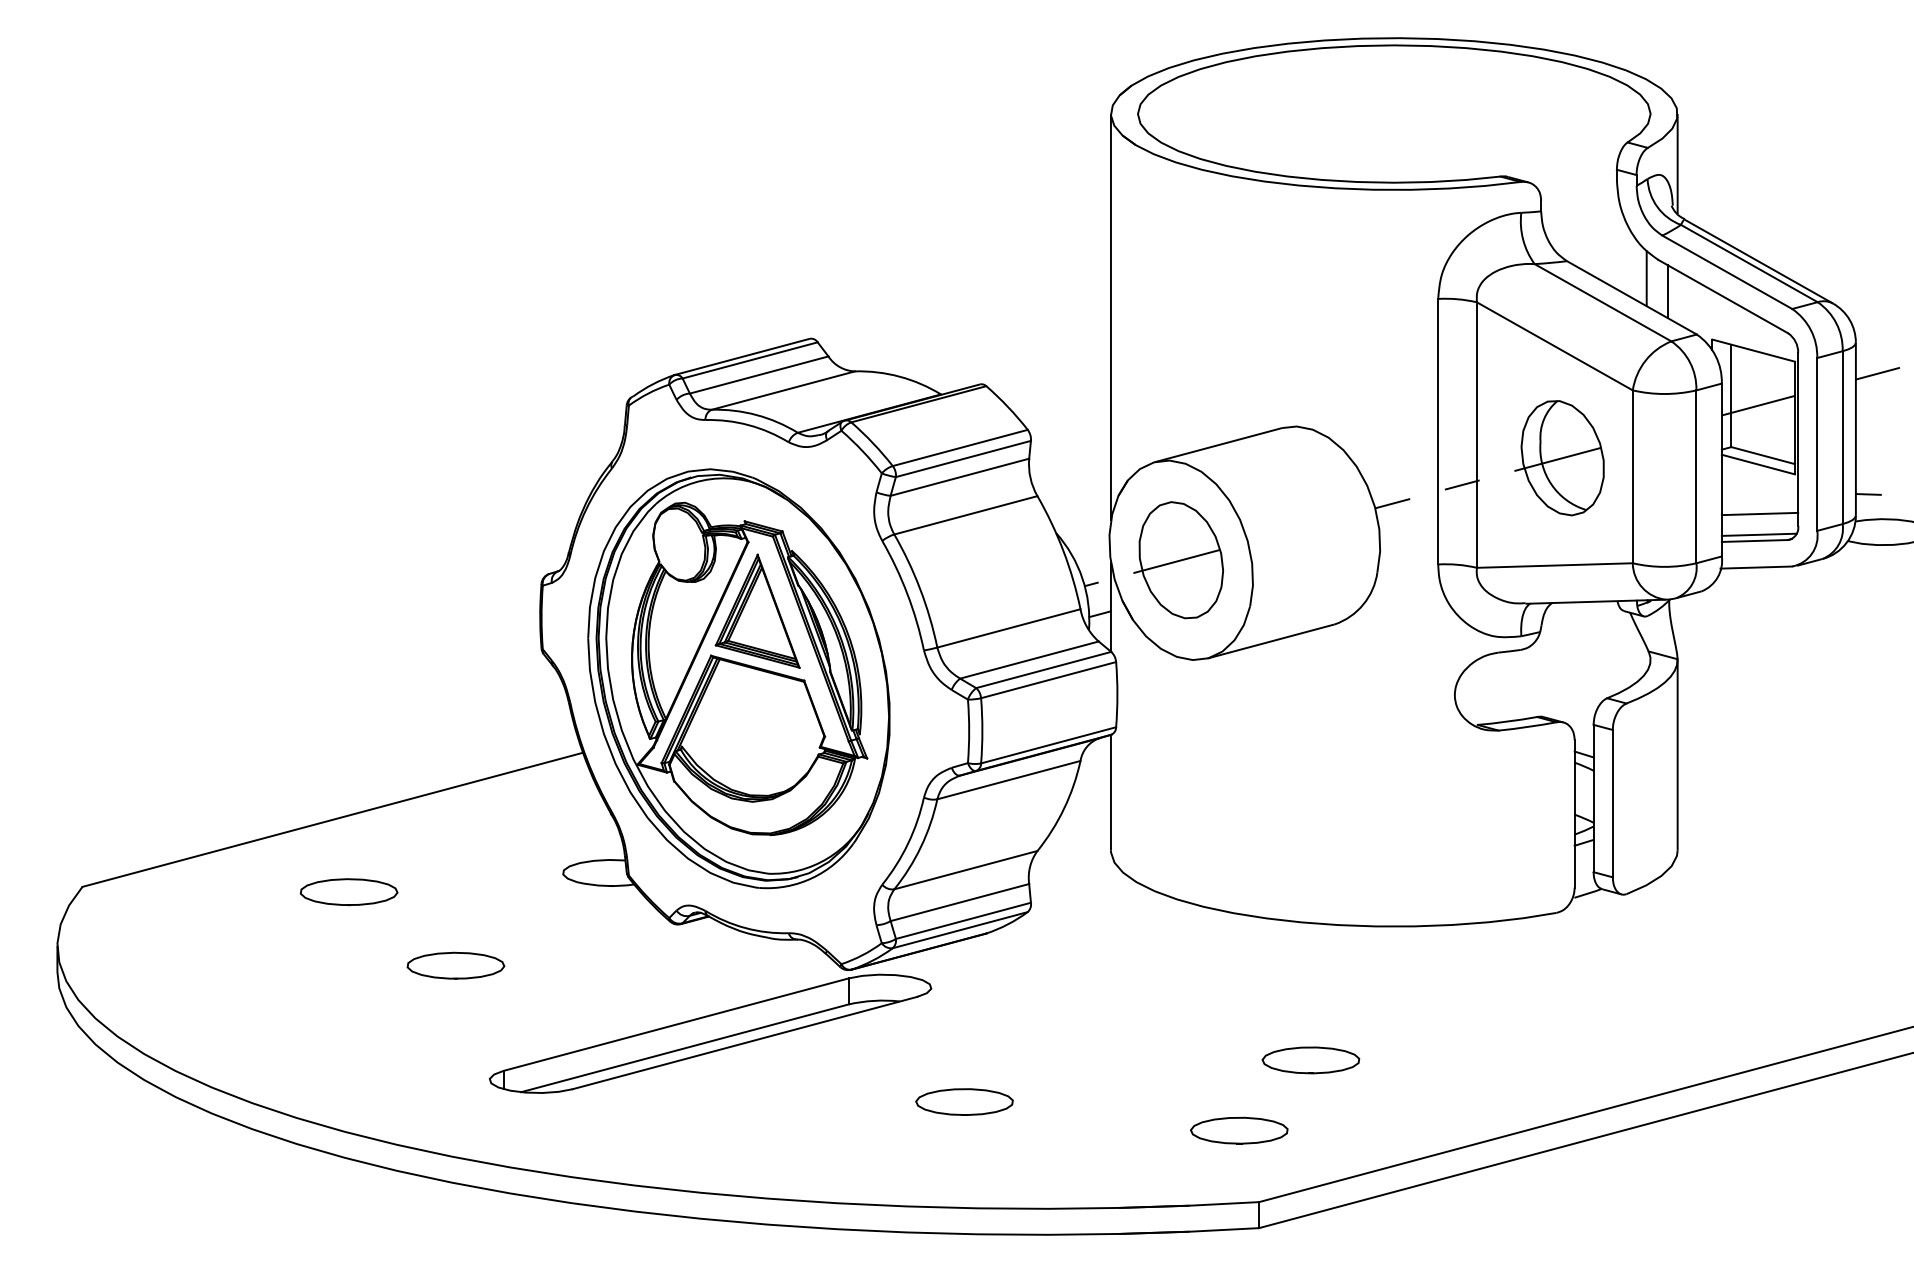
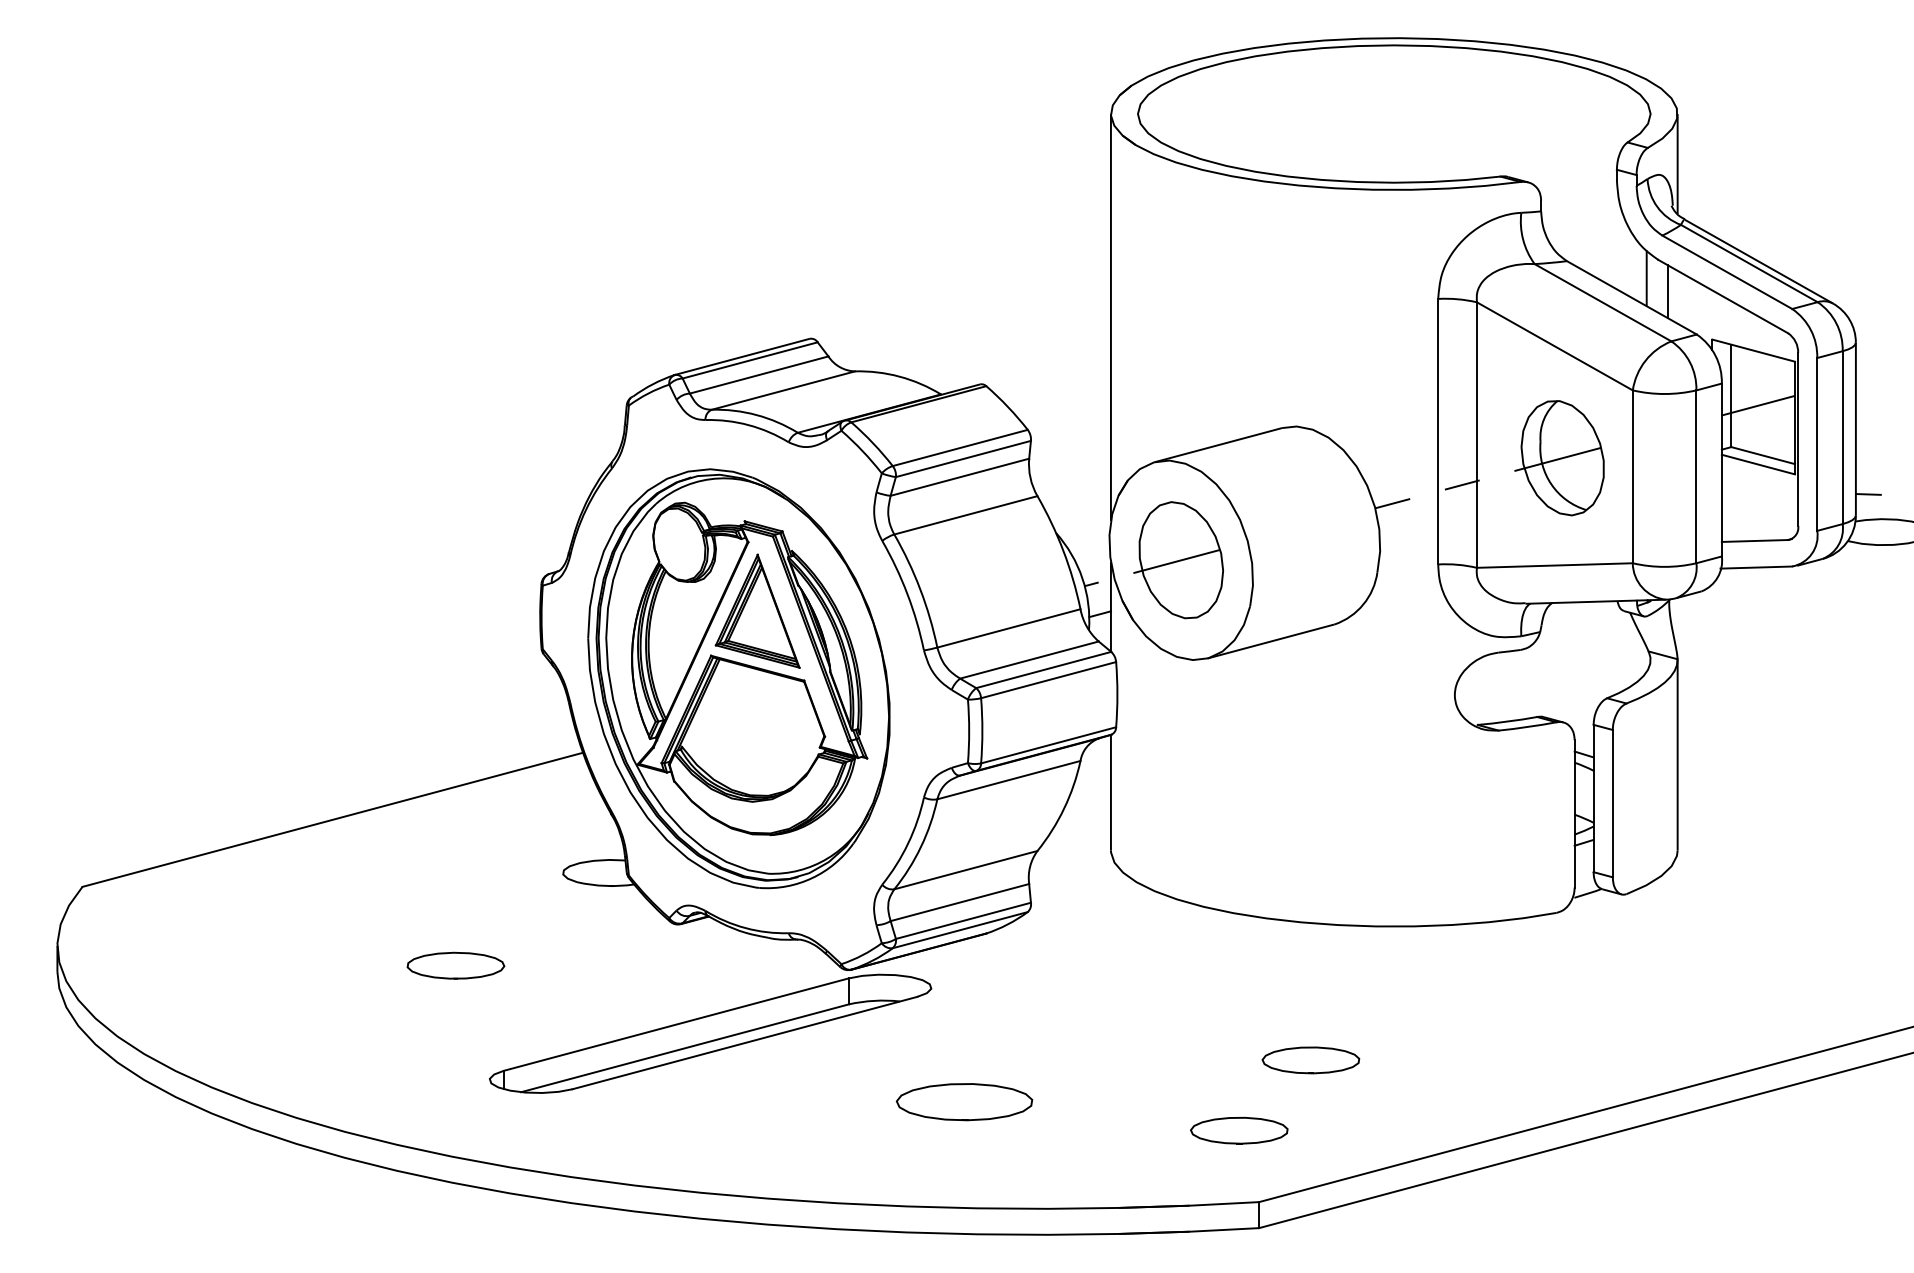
line at (1877, 373): present -> none
line at (1759, 513): present -> none
line at (1758, 534): present -> none
part at (348, 892): present -> none
part at (964, 1101) size: 99x28 px -> 139x39 px
